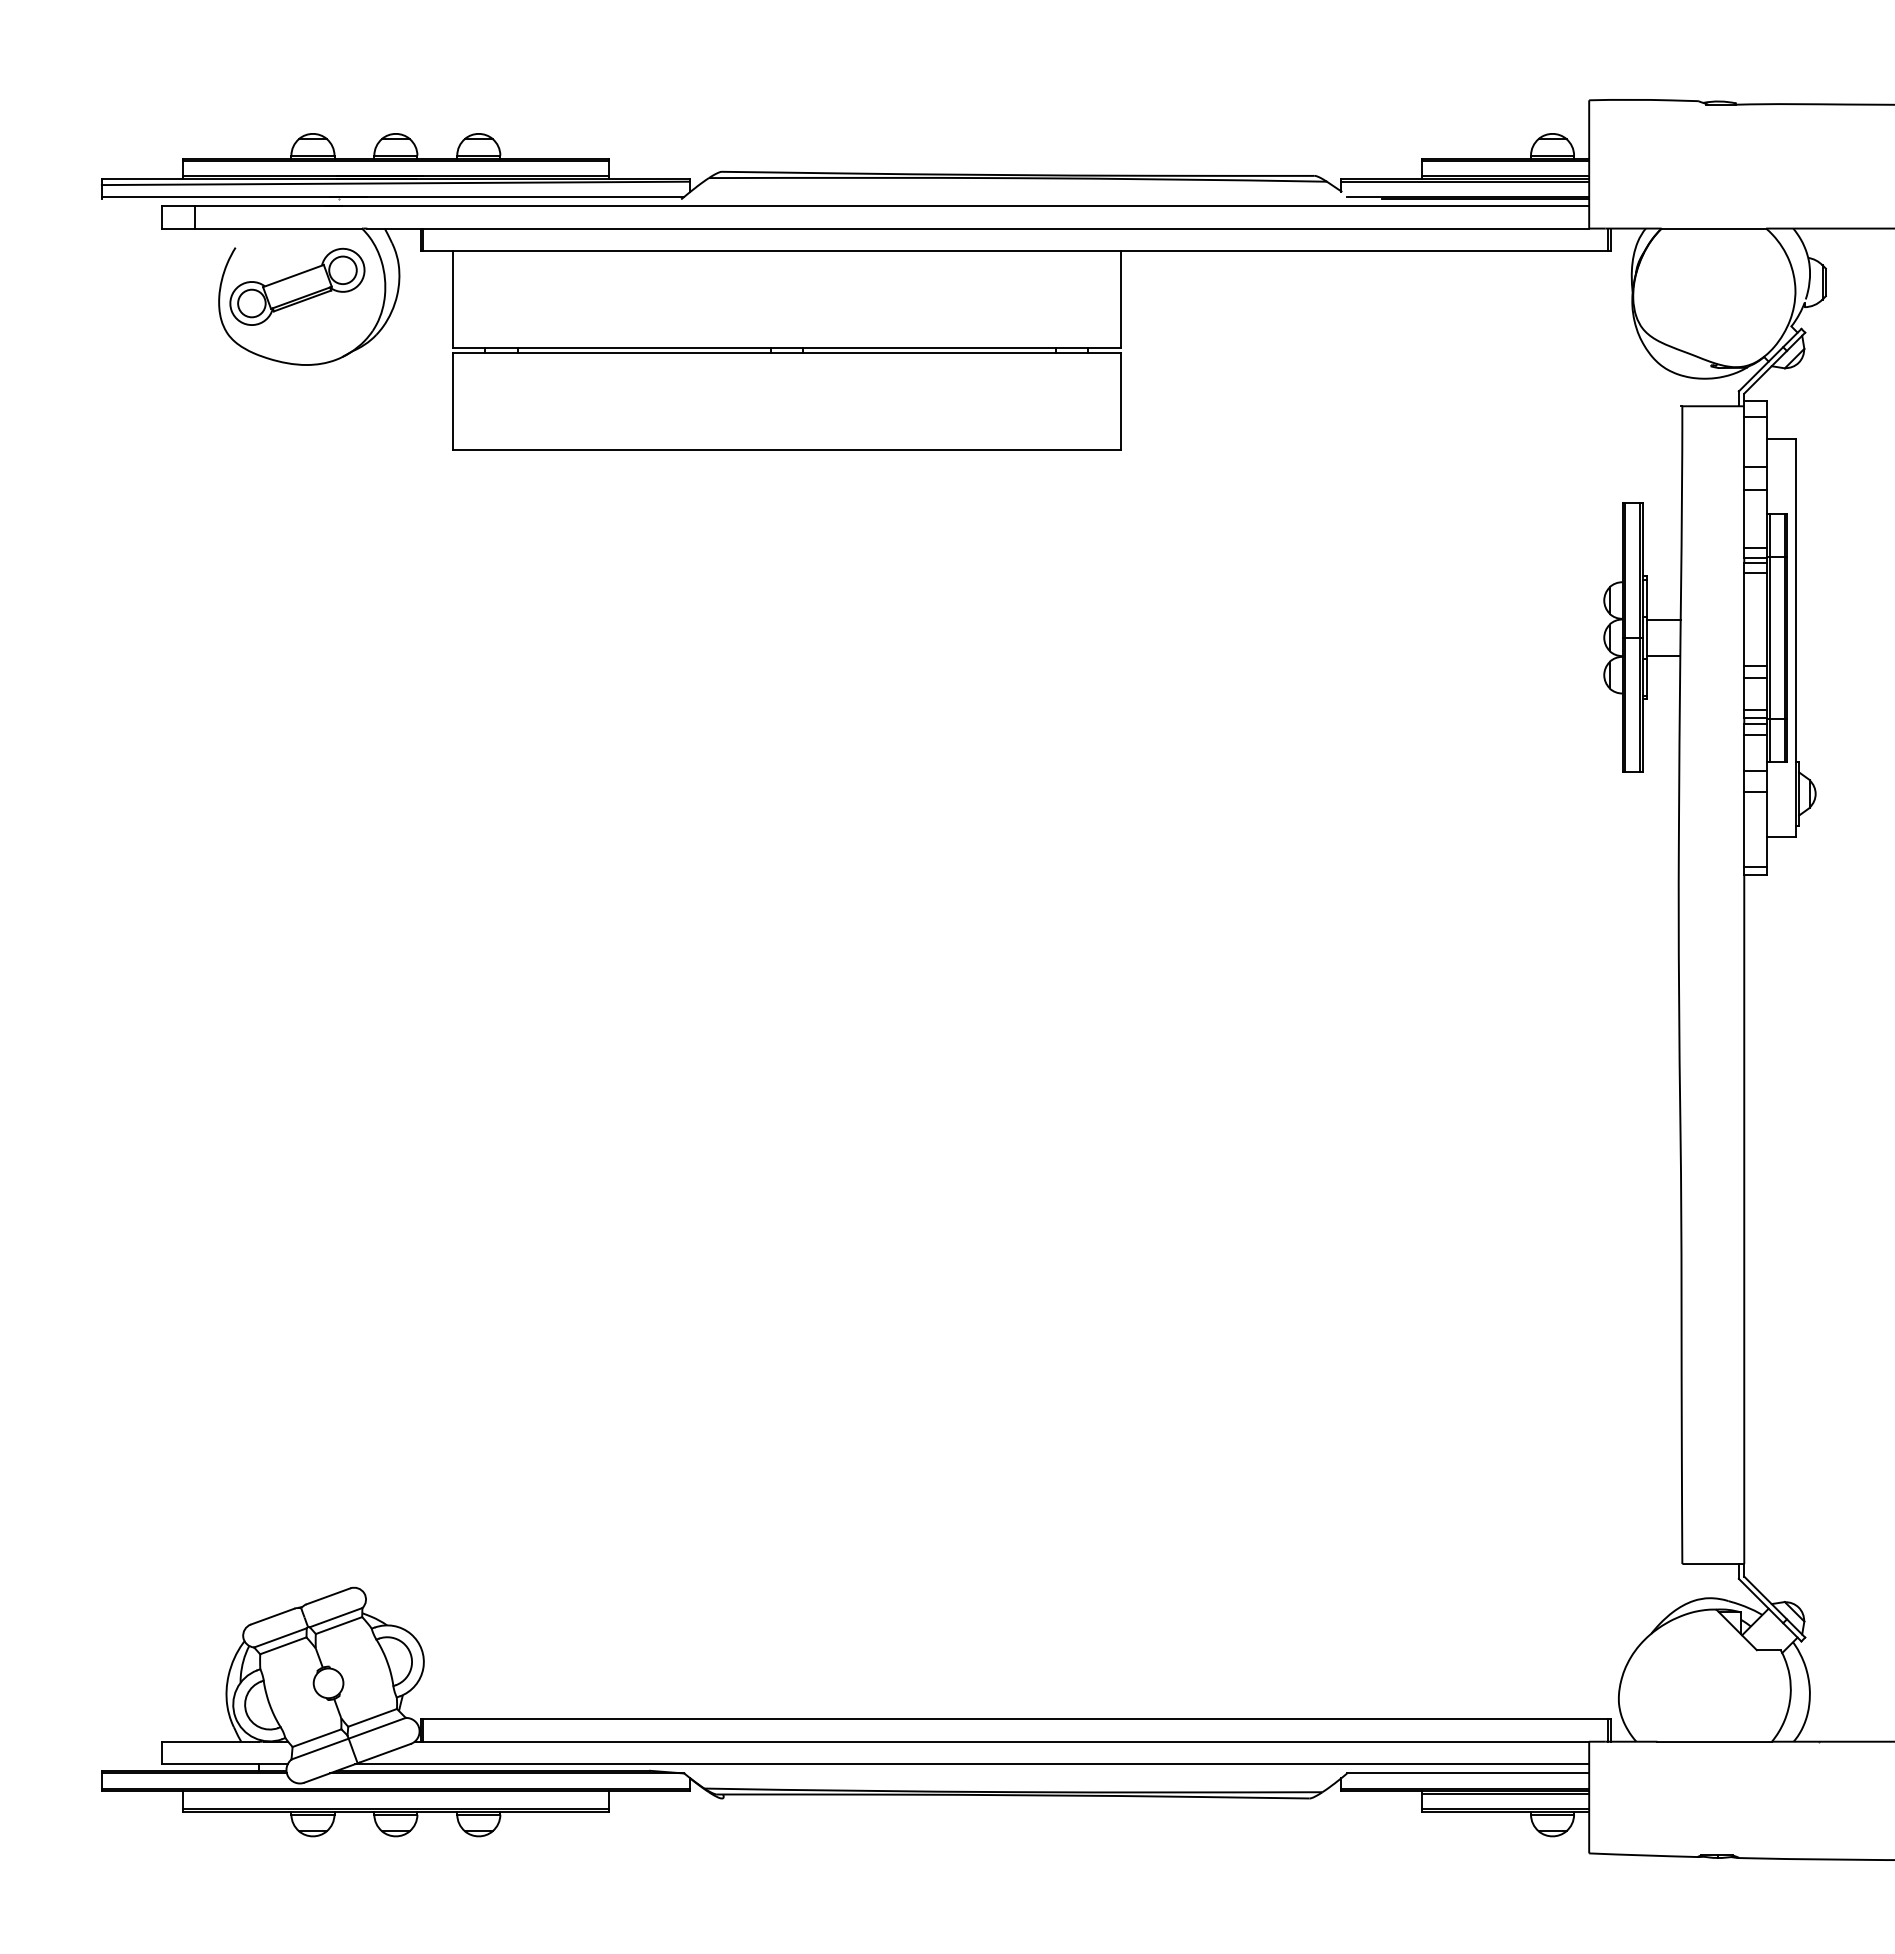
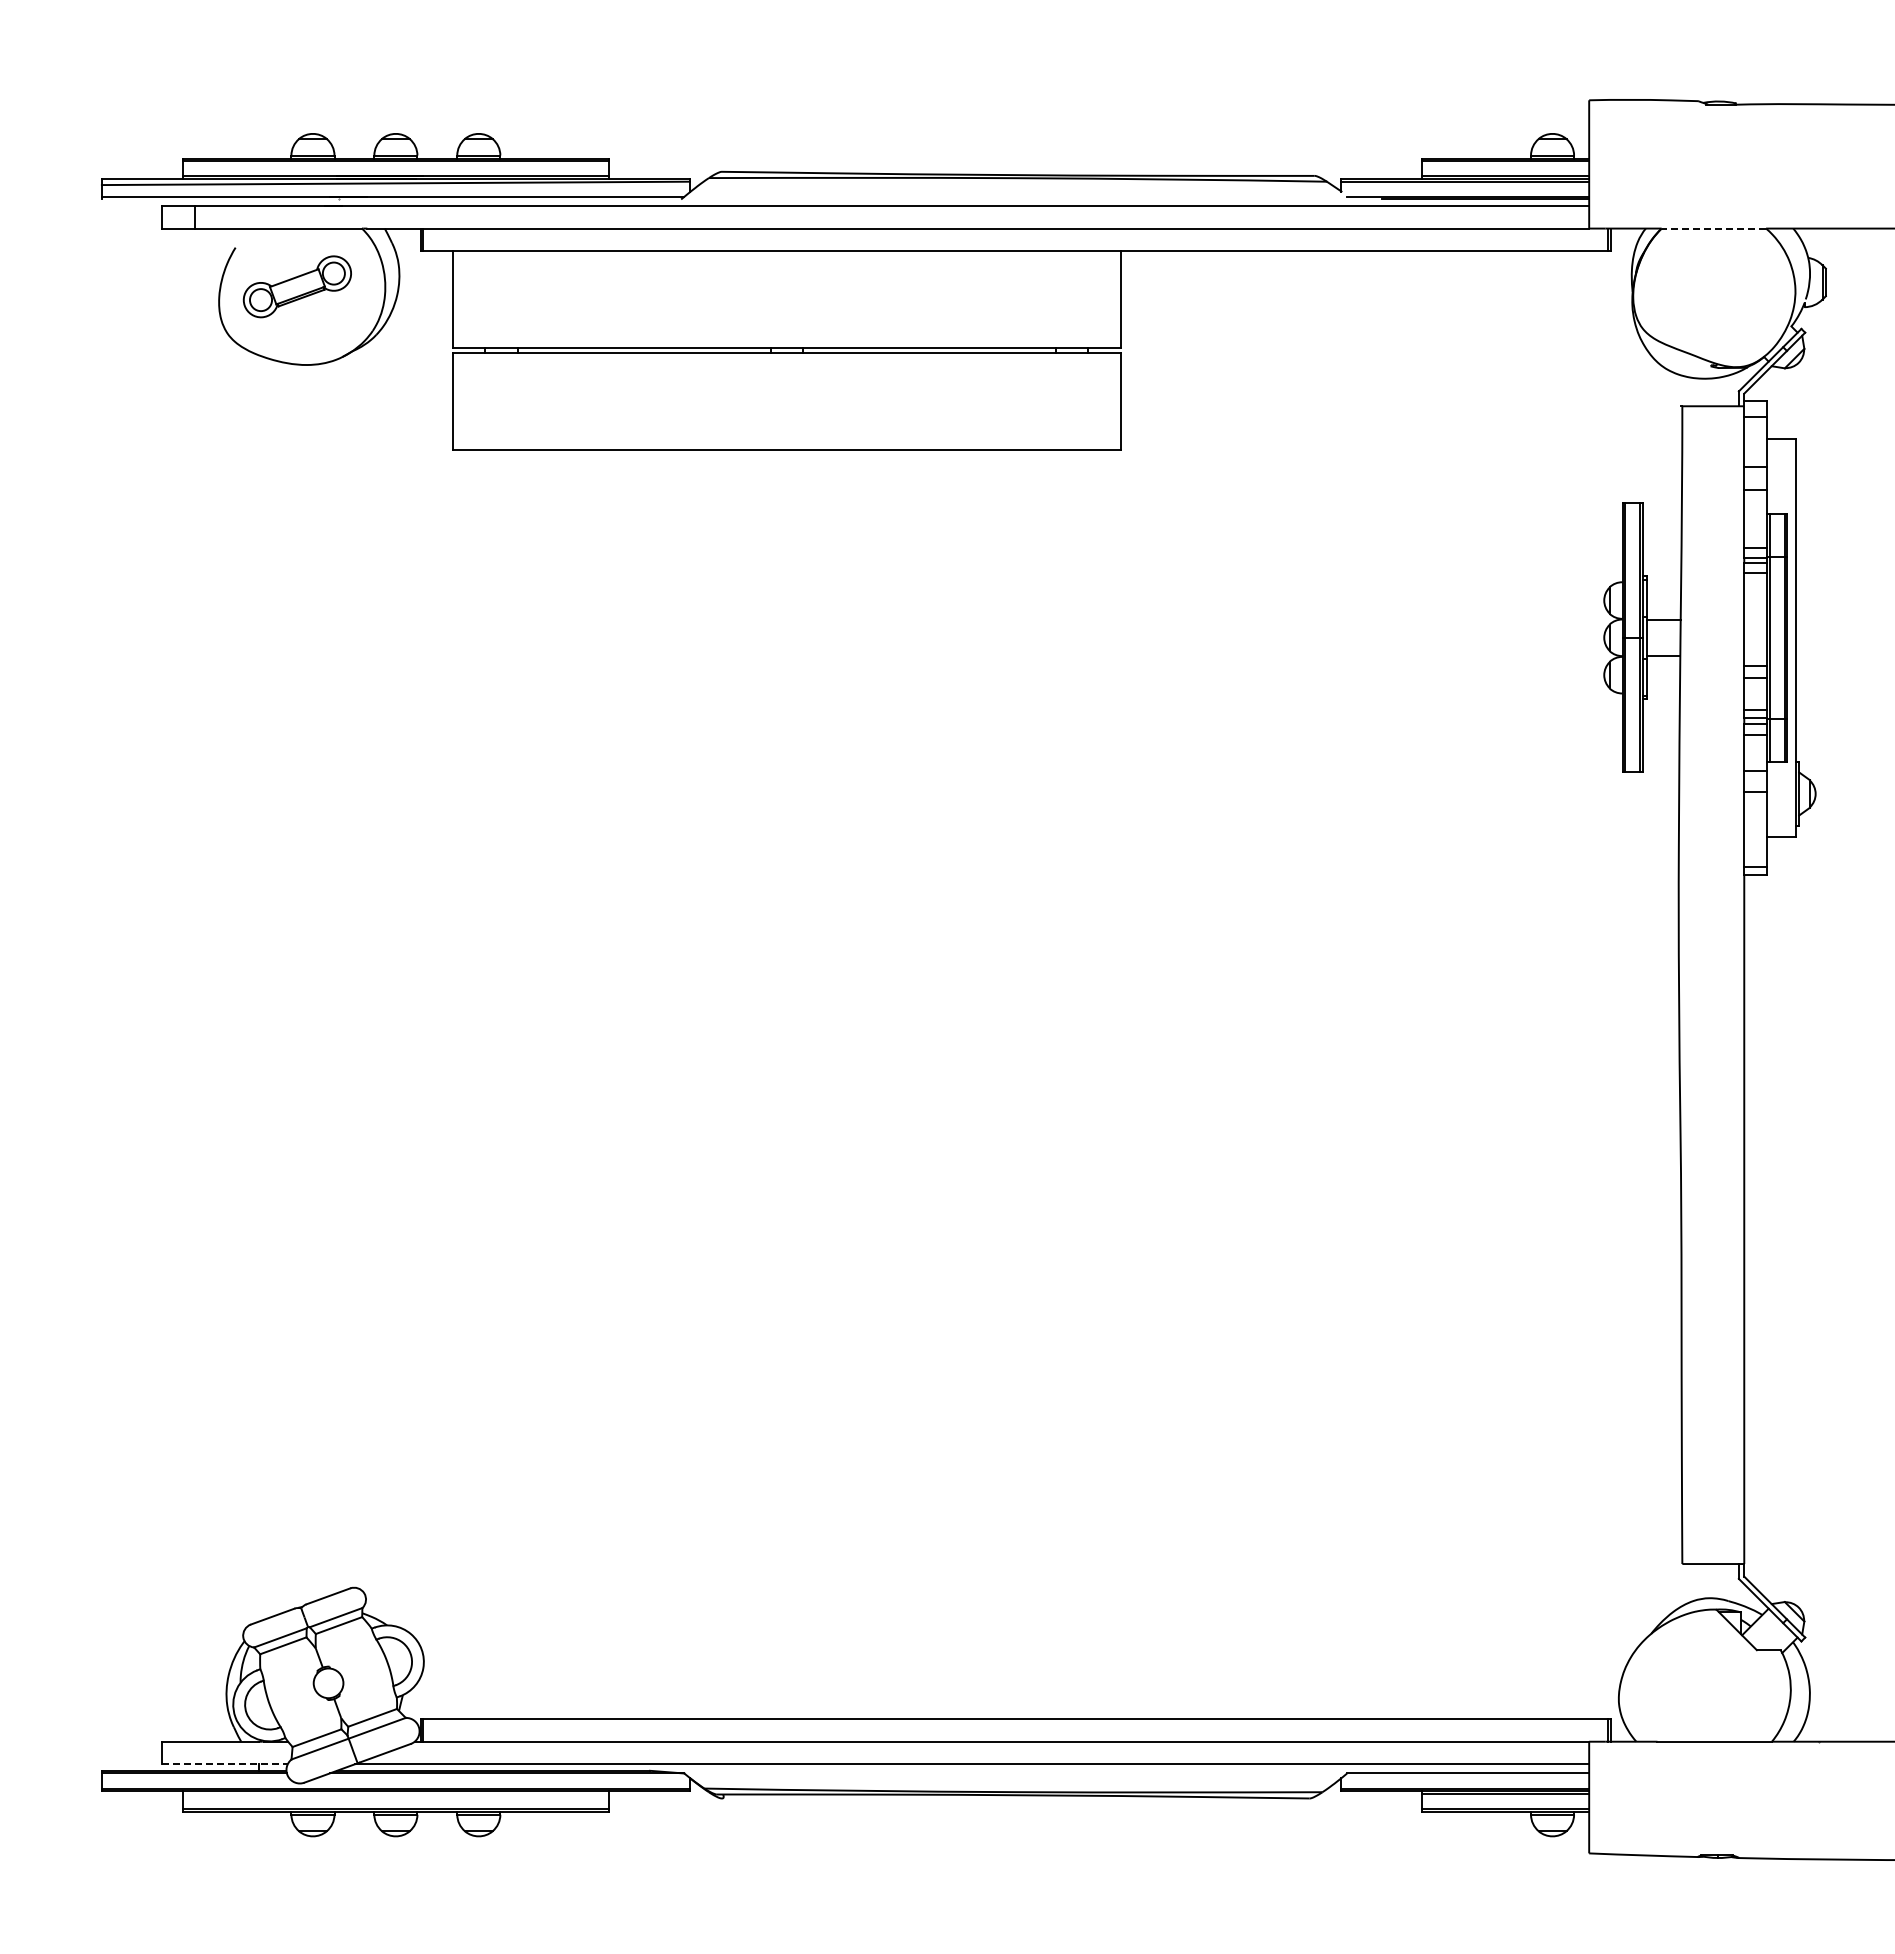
line at (1713, 228): solid -> dashed
part at (297, 286) size: 137x79 px -> 110x64 px
line at (225, 1764): solid -> dashed
